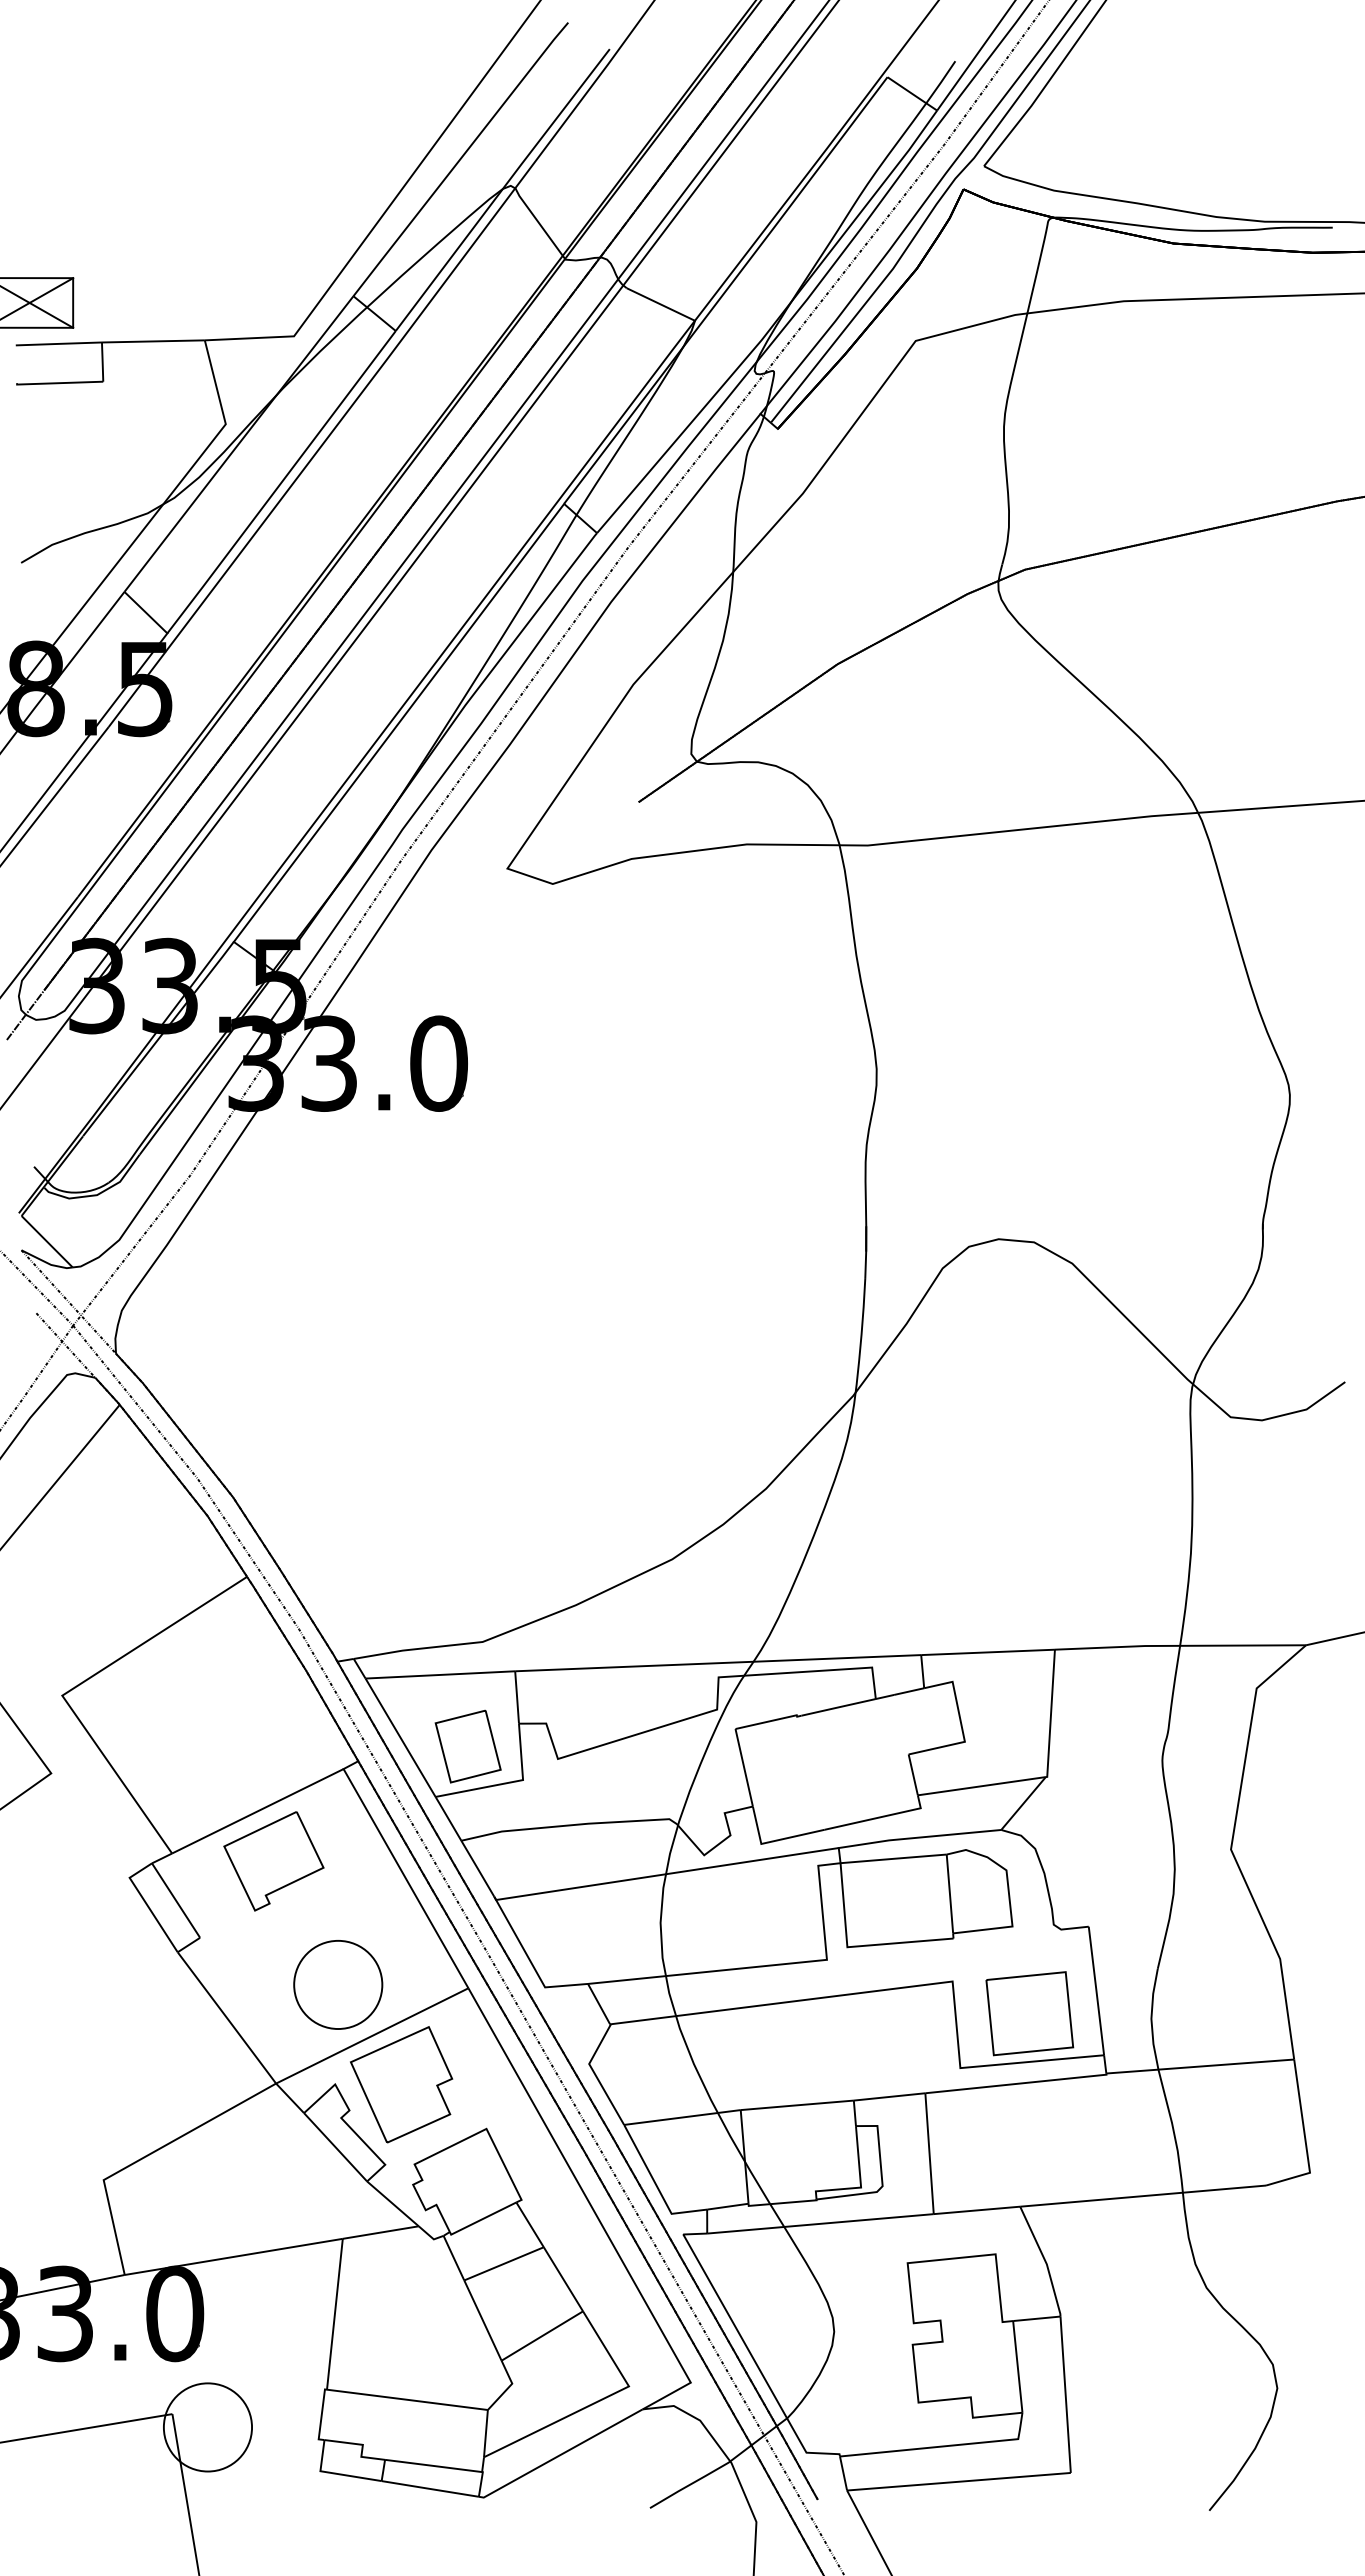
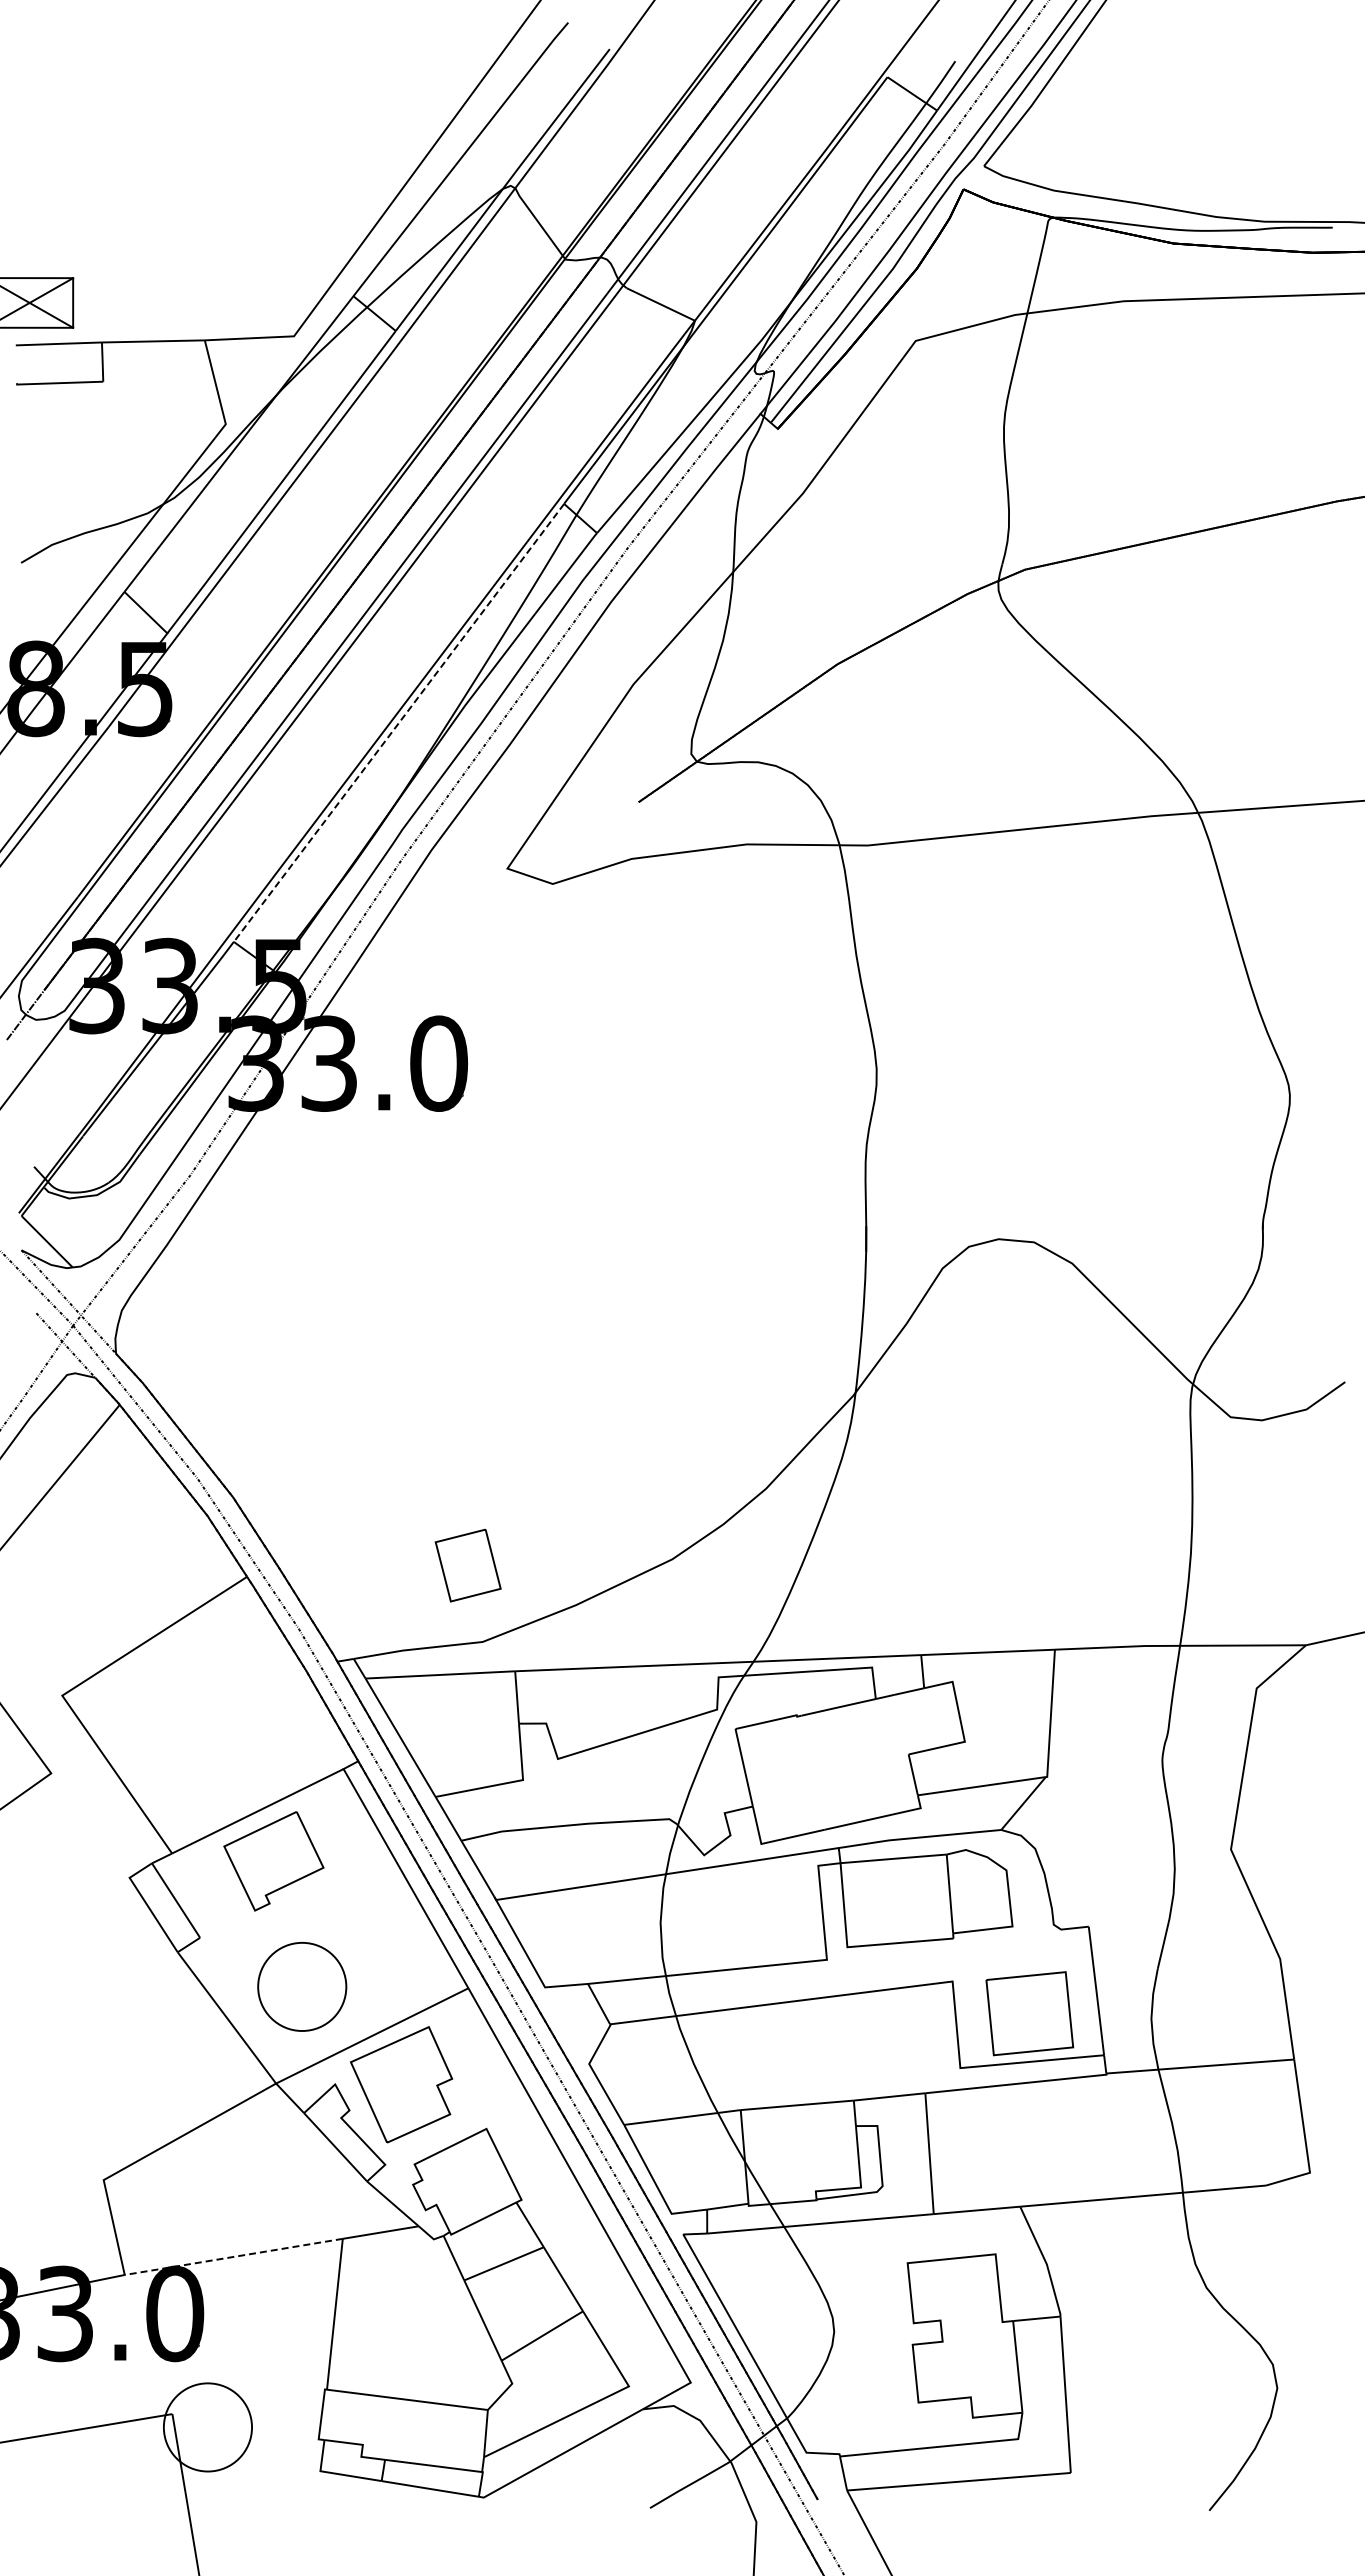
line at (398, 723): solid -> dashed
part at (467, 1746) position: (467, 1746) -> (467, 1565)
part at (338, 1984) position: (338, 1984) -> (302, 1986)
line at (232, 2257): solid -> dashed
